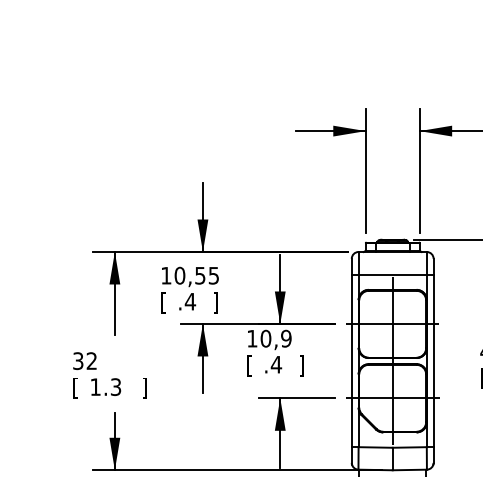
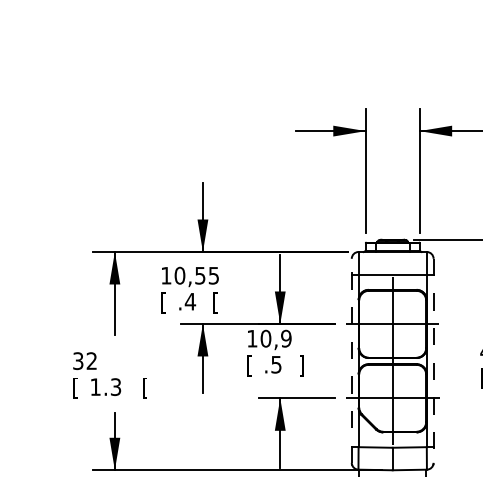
text at (215, 302): ] -> [
line at (351, 360): solid -> dashed
line at (433, 361): solid -> dashed
text at (276, 364): .4 -> .5
text at (144, 387): ] -> [
